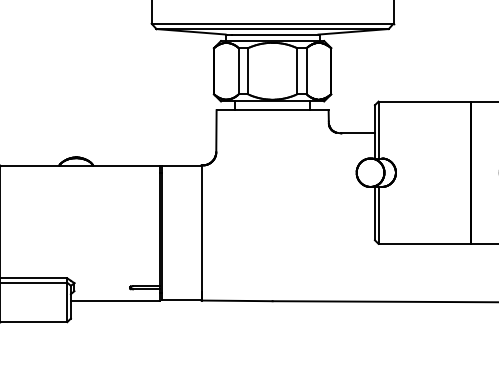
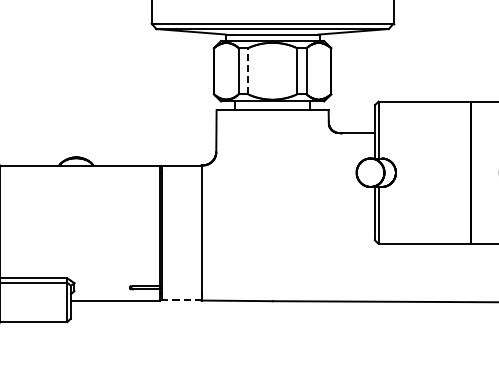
line at (248, 70): solid -> dashed
line at (181, 299): solid -> dashed
